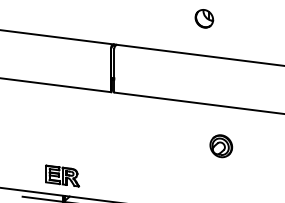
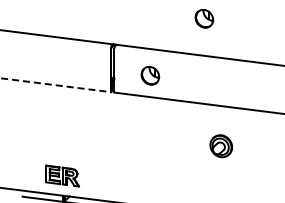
part at (150, 75): none -> present
line at (55, 85): solid -> dashed
